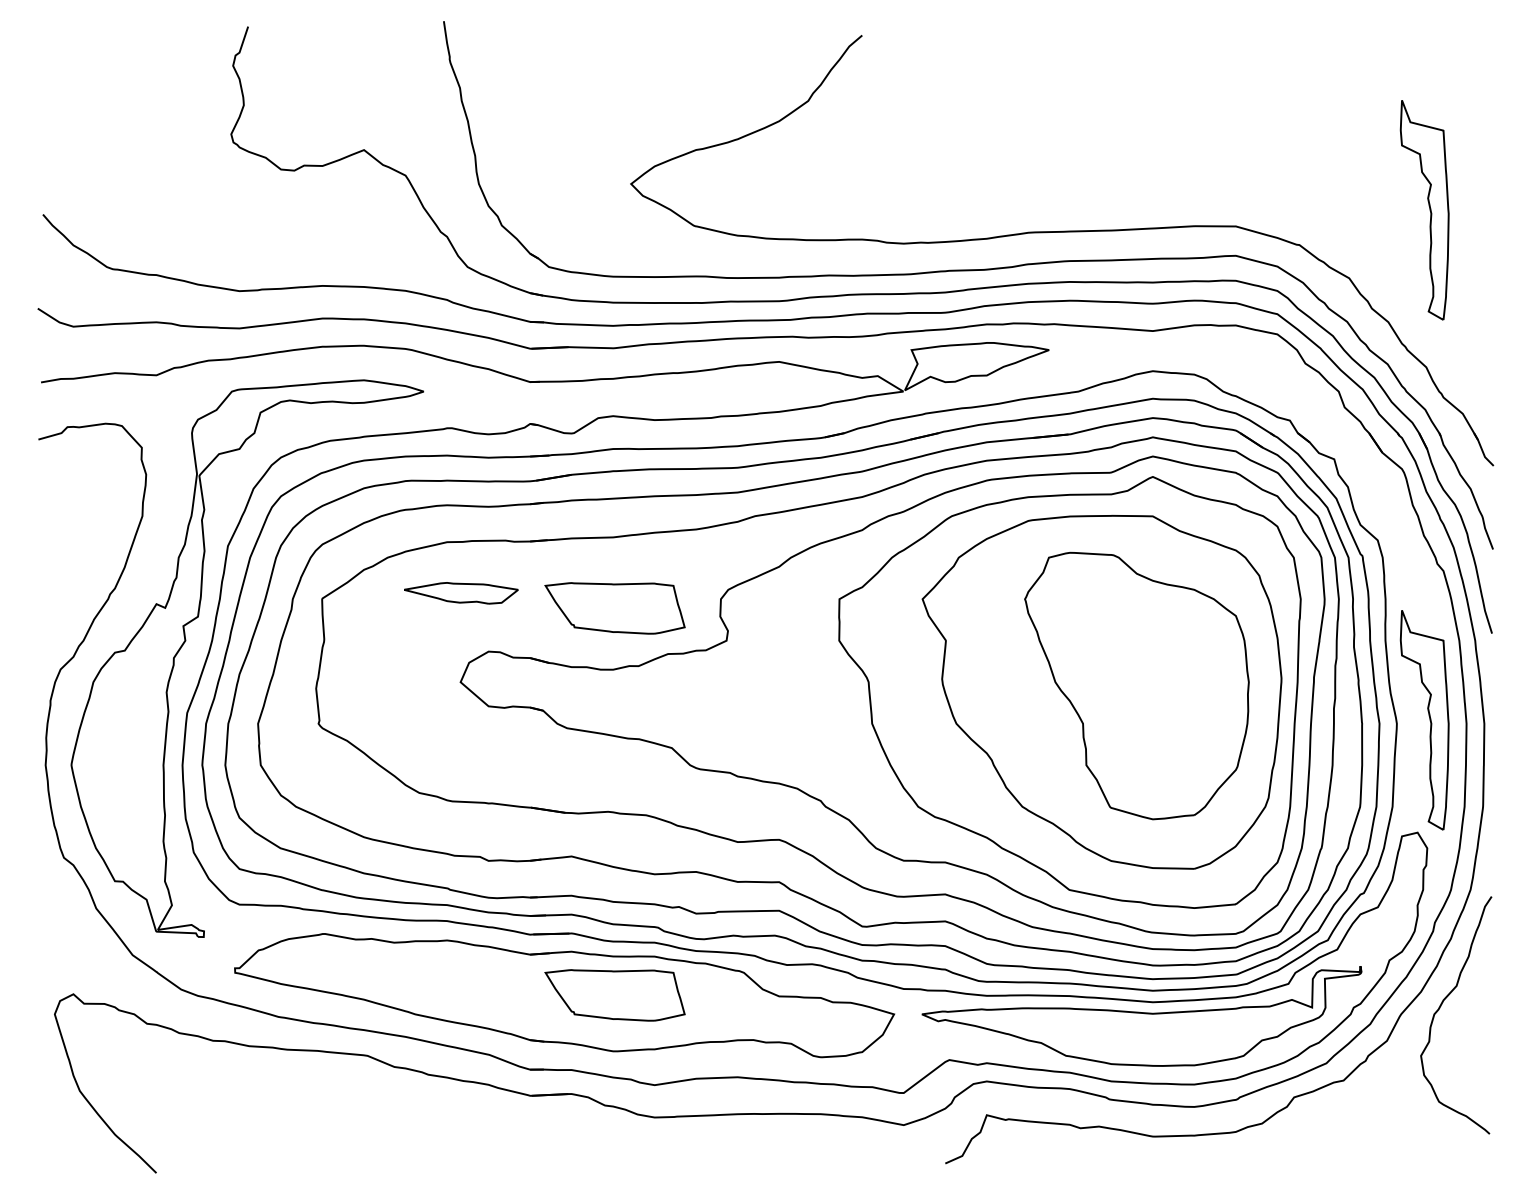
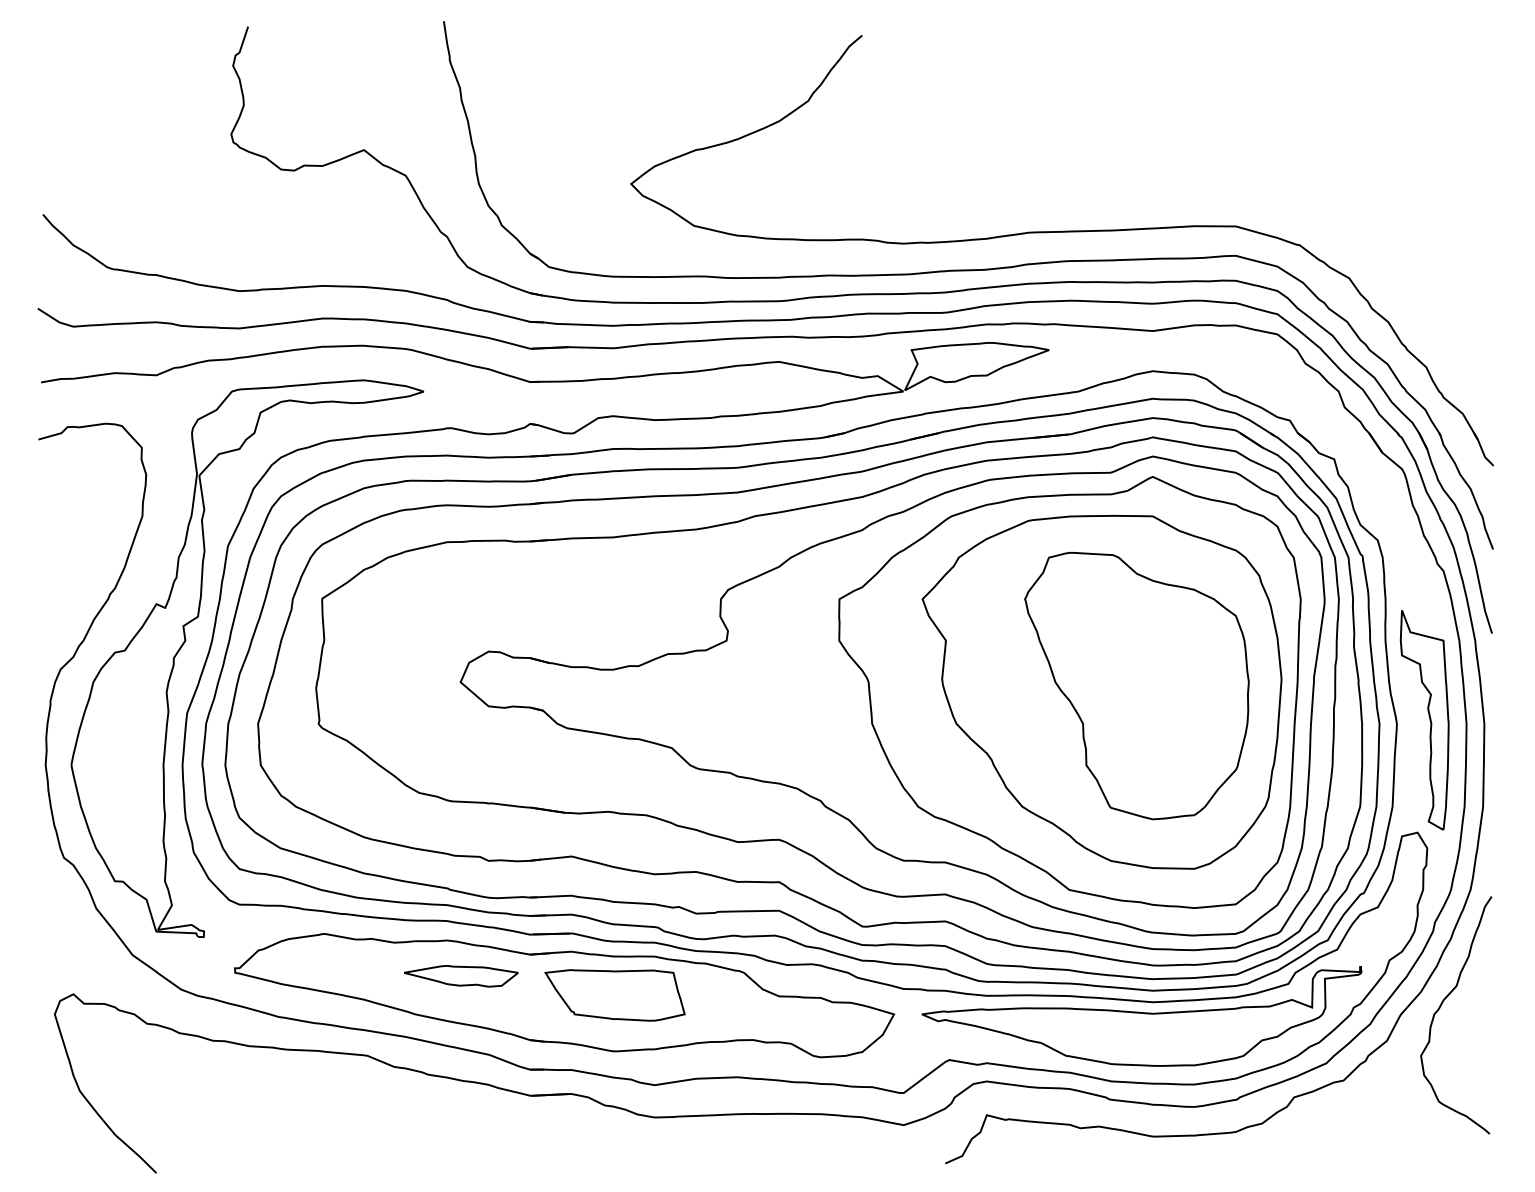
part at (1424, 210): present -> none
part at (461, 593) position: (461, 593) -> (461, 976)
part at (614, 608): present -> none
